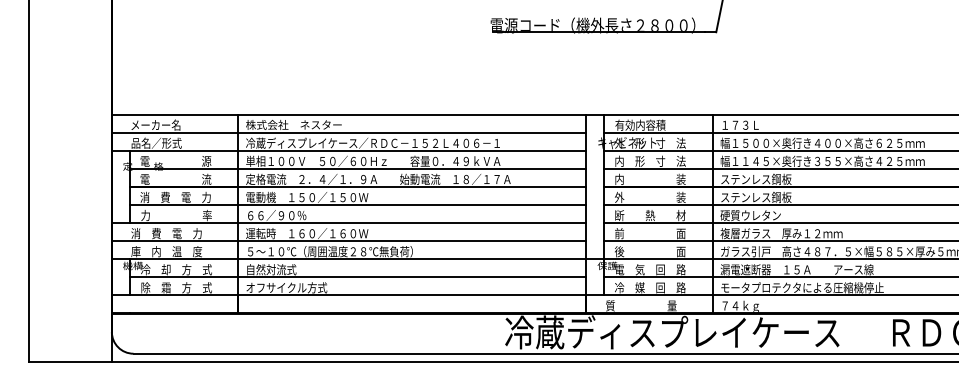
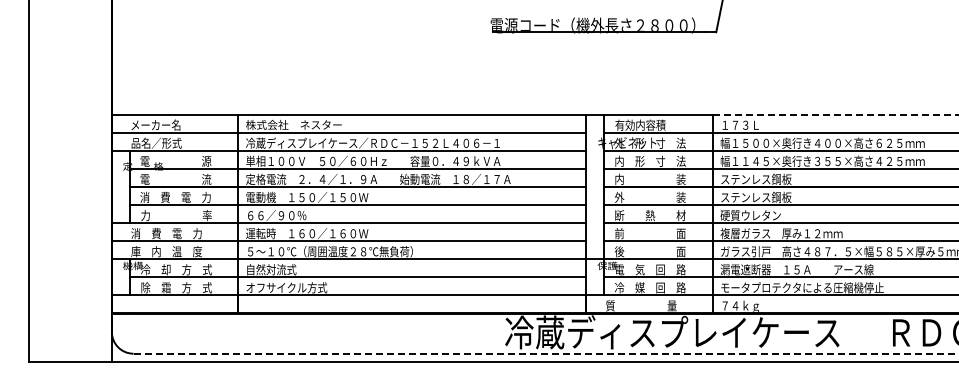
line at (835, 114): solid -> dashed
line at (546, 353): solid -> dashed
